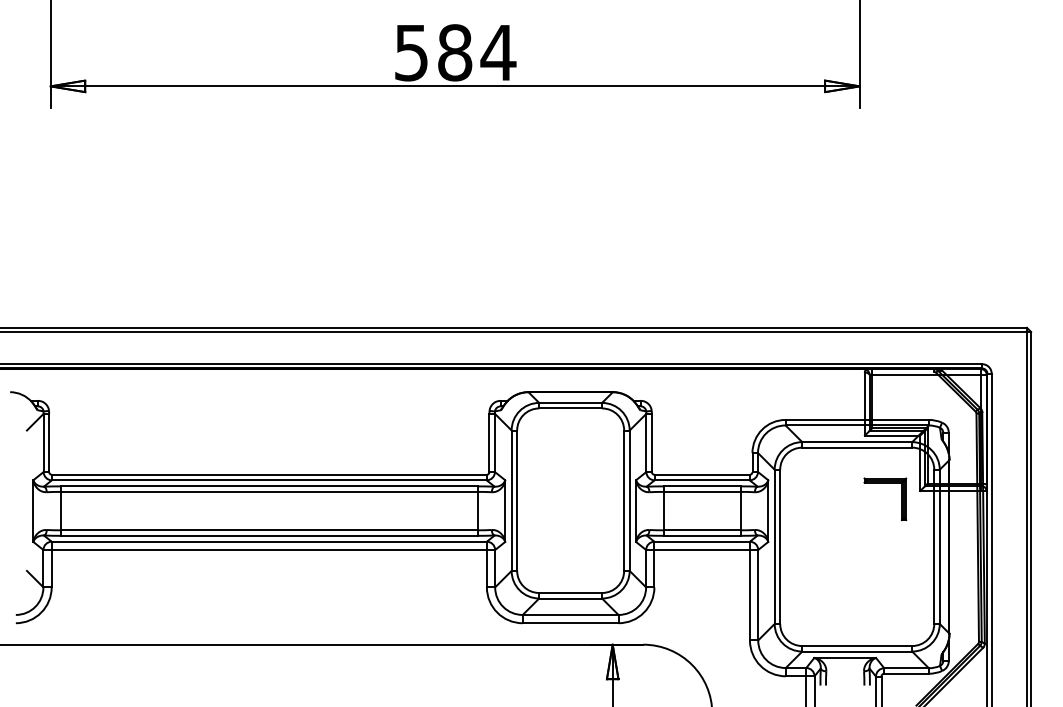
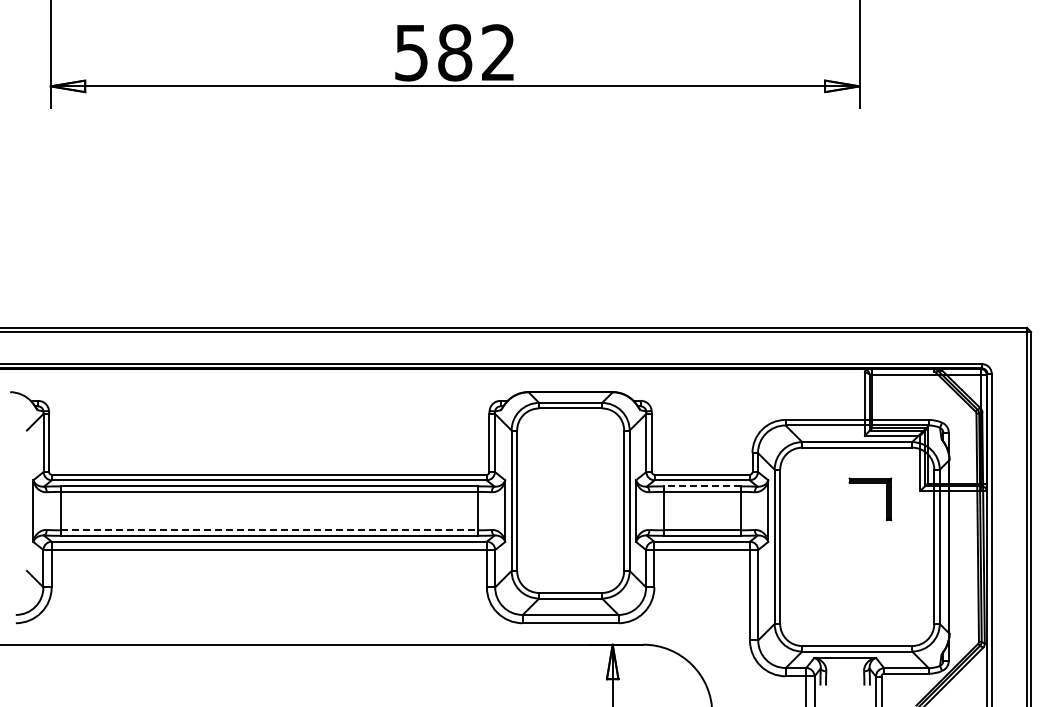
text at (498, 52): 584 -> 582
part at (885, 483) position: (885, 483) -> (870, 483)
line at (701, 486): solid -> dashed
line at (269, 530): solid -> dashed
